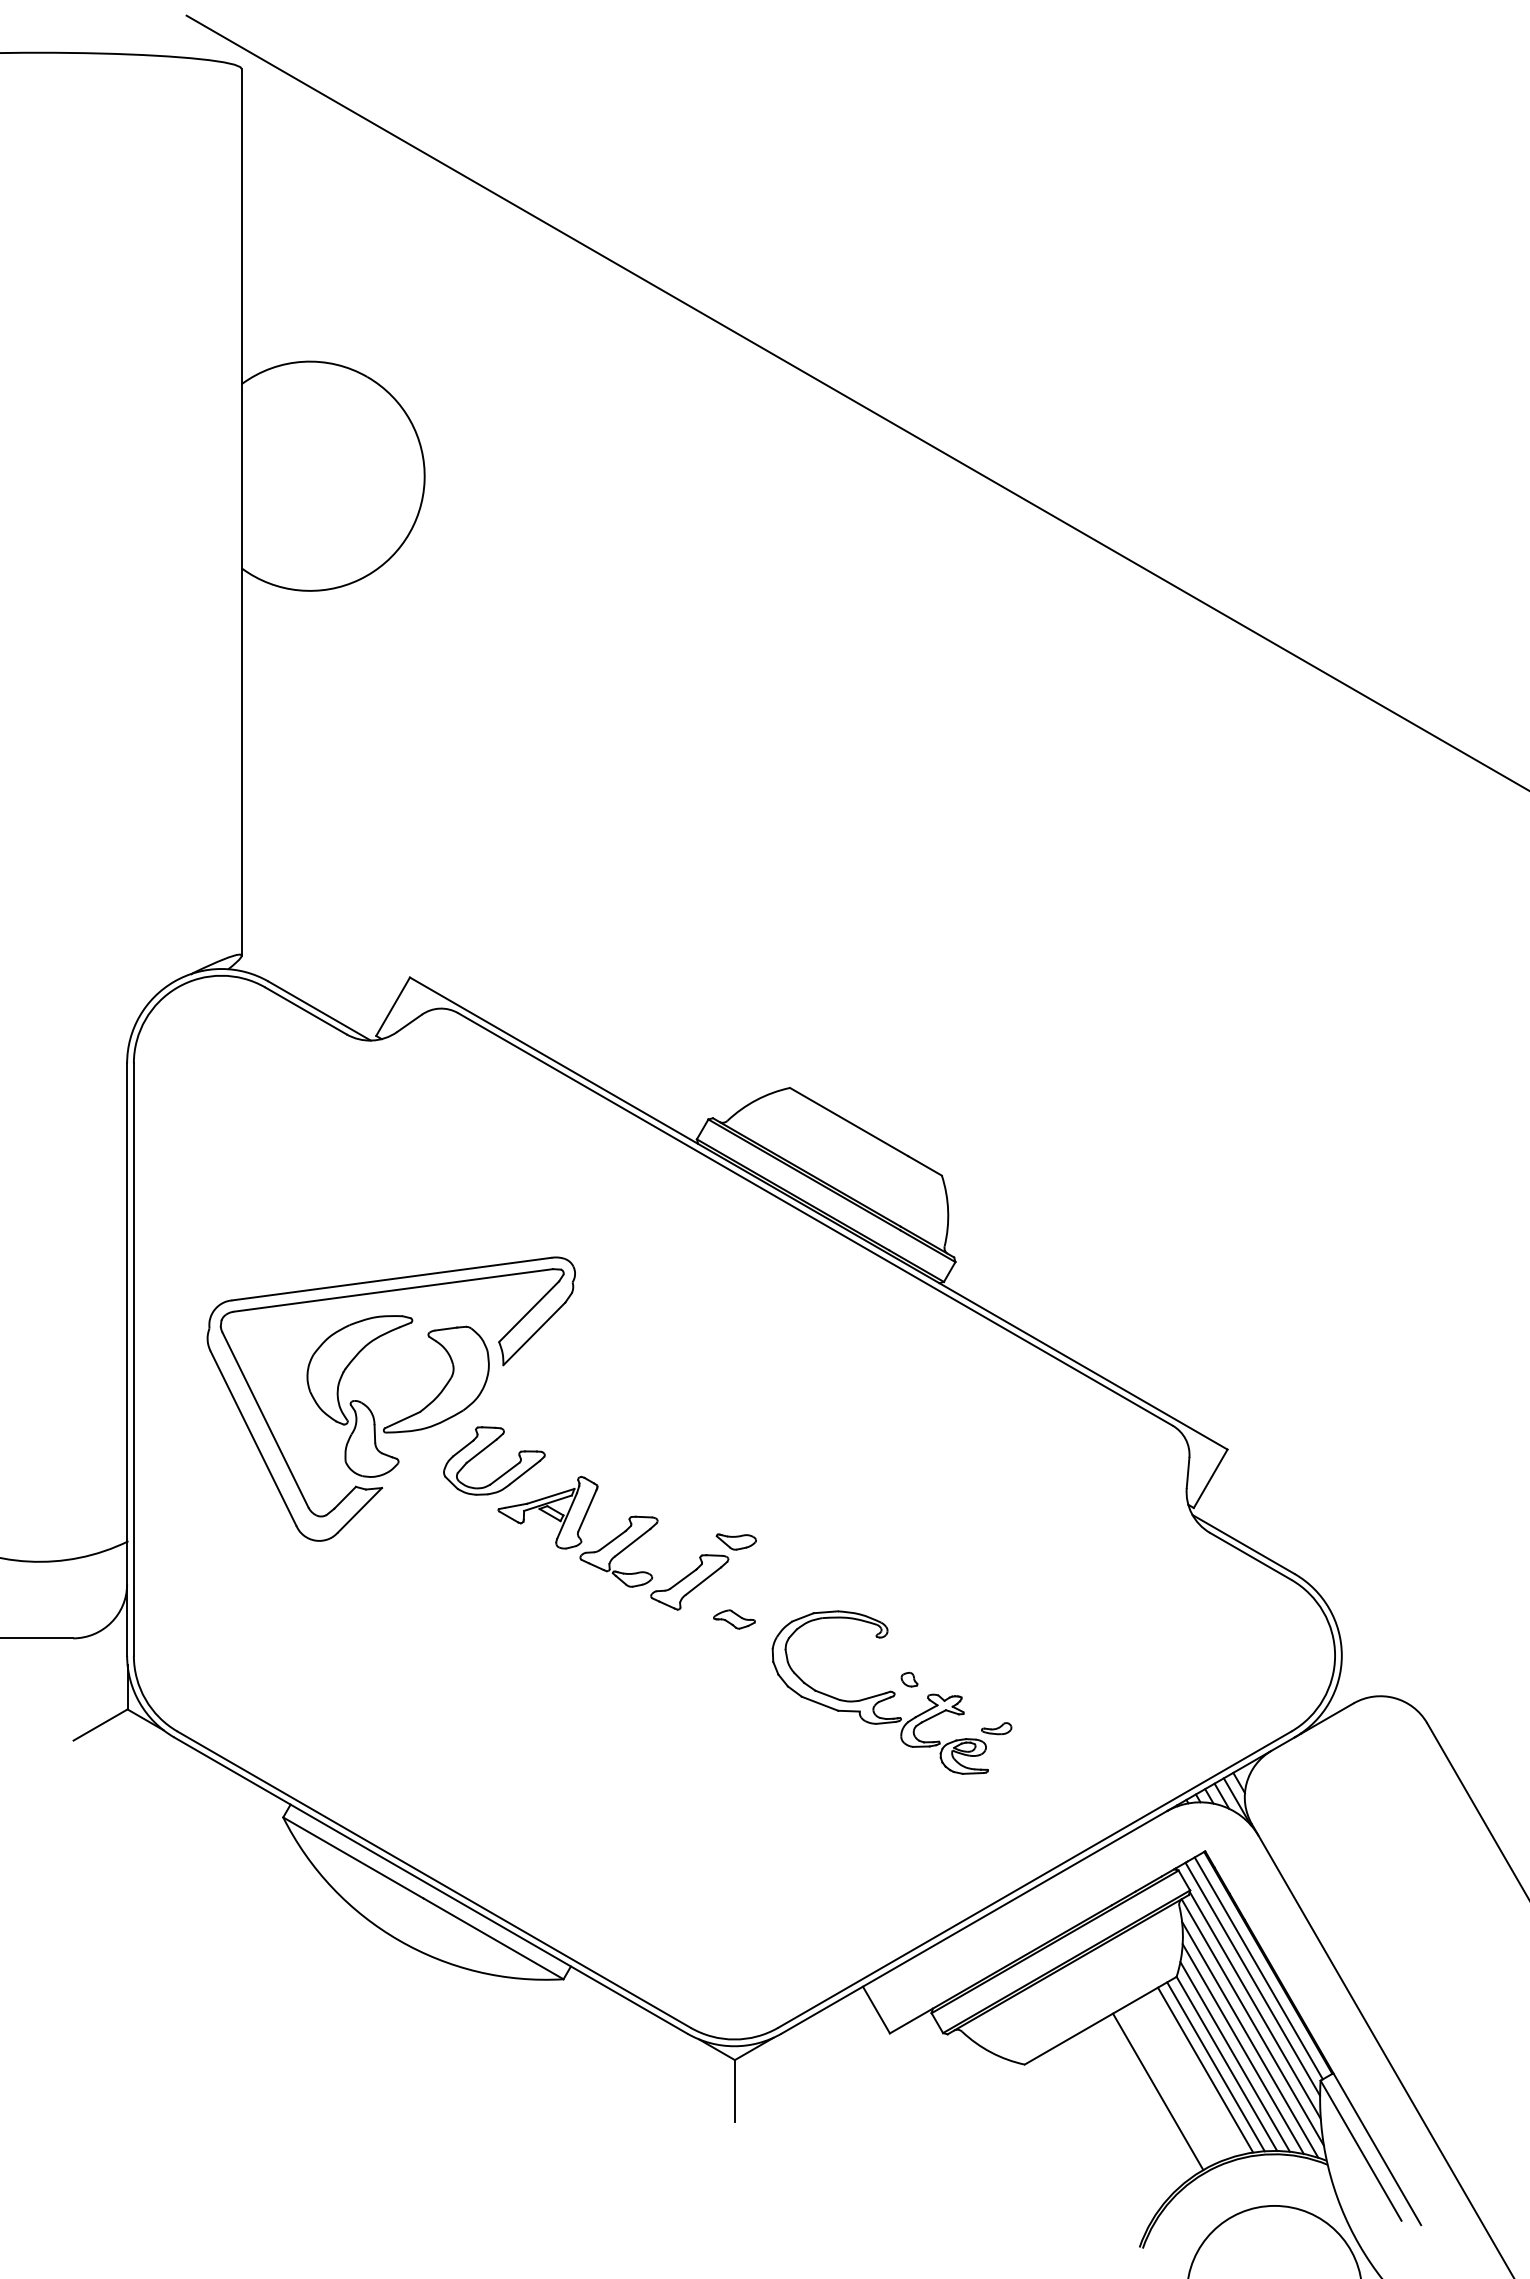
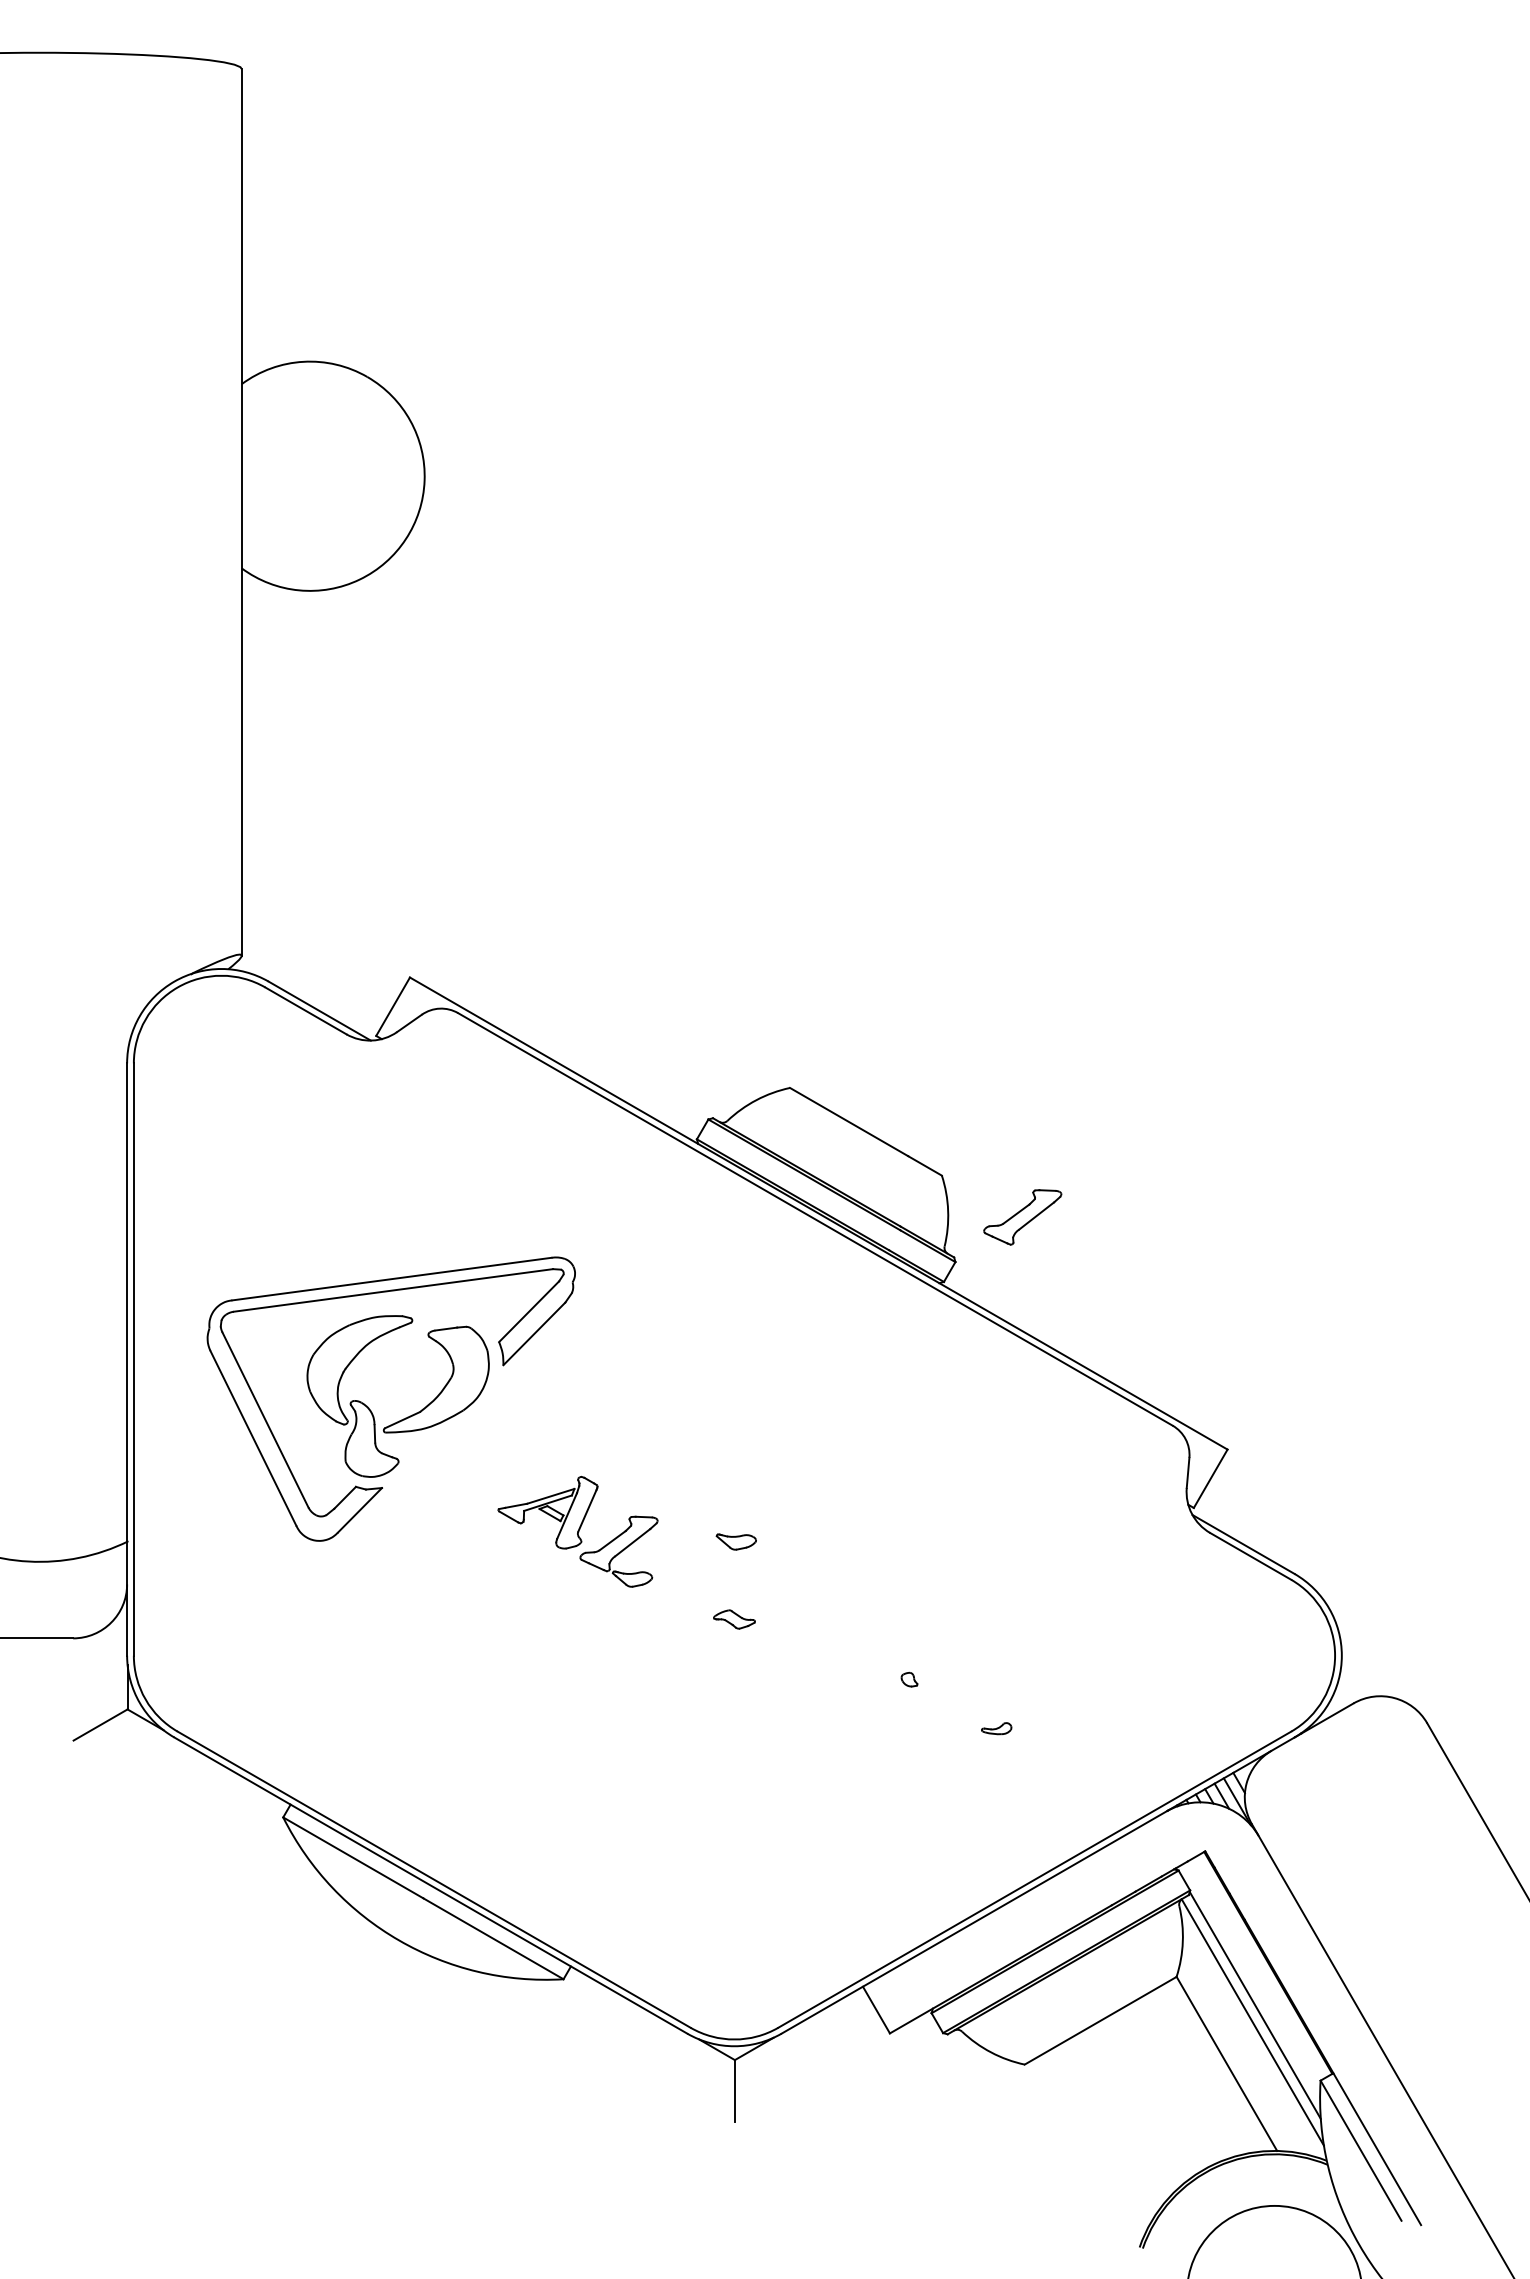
line at (856, 402): present -> none
part at (484, 1450): present -> none
part at (689, 1582) position: (689, 1582) -> (1022, 1217)
part at (879, 1692): present -> none
line at (1258, 1968): present -> none
line at (1252, 1978): present -> none
line at (1250, 2039): present -> none
line at (1242, 2048): present -> none
line at (1234, 2056): present -> none
line at (1215, 2066): present -> none
line at (1205, 2069): present -> none
line at (1158, 2091): present -> none
